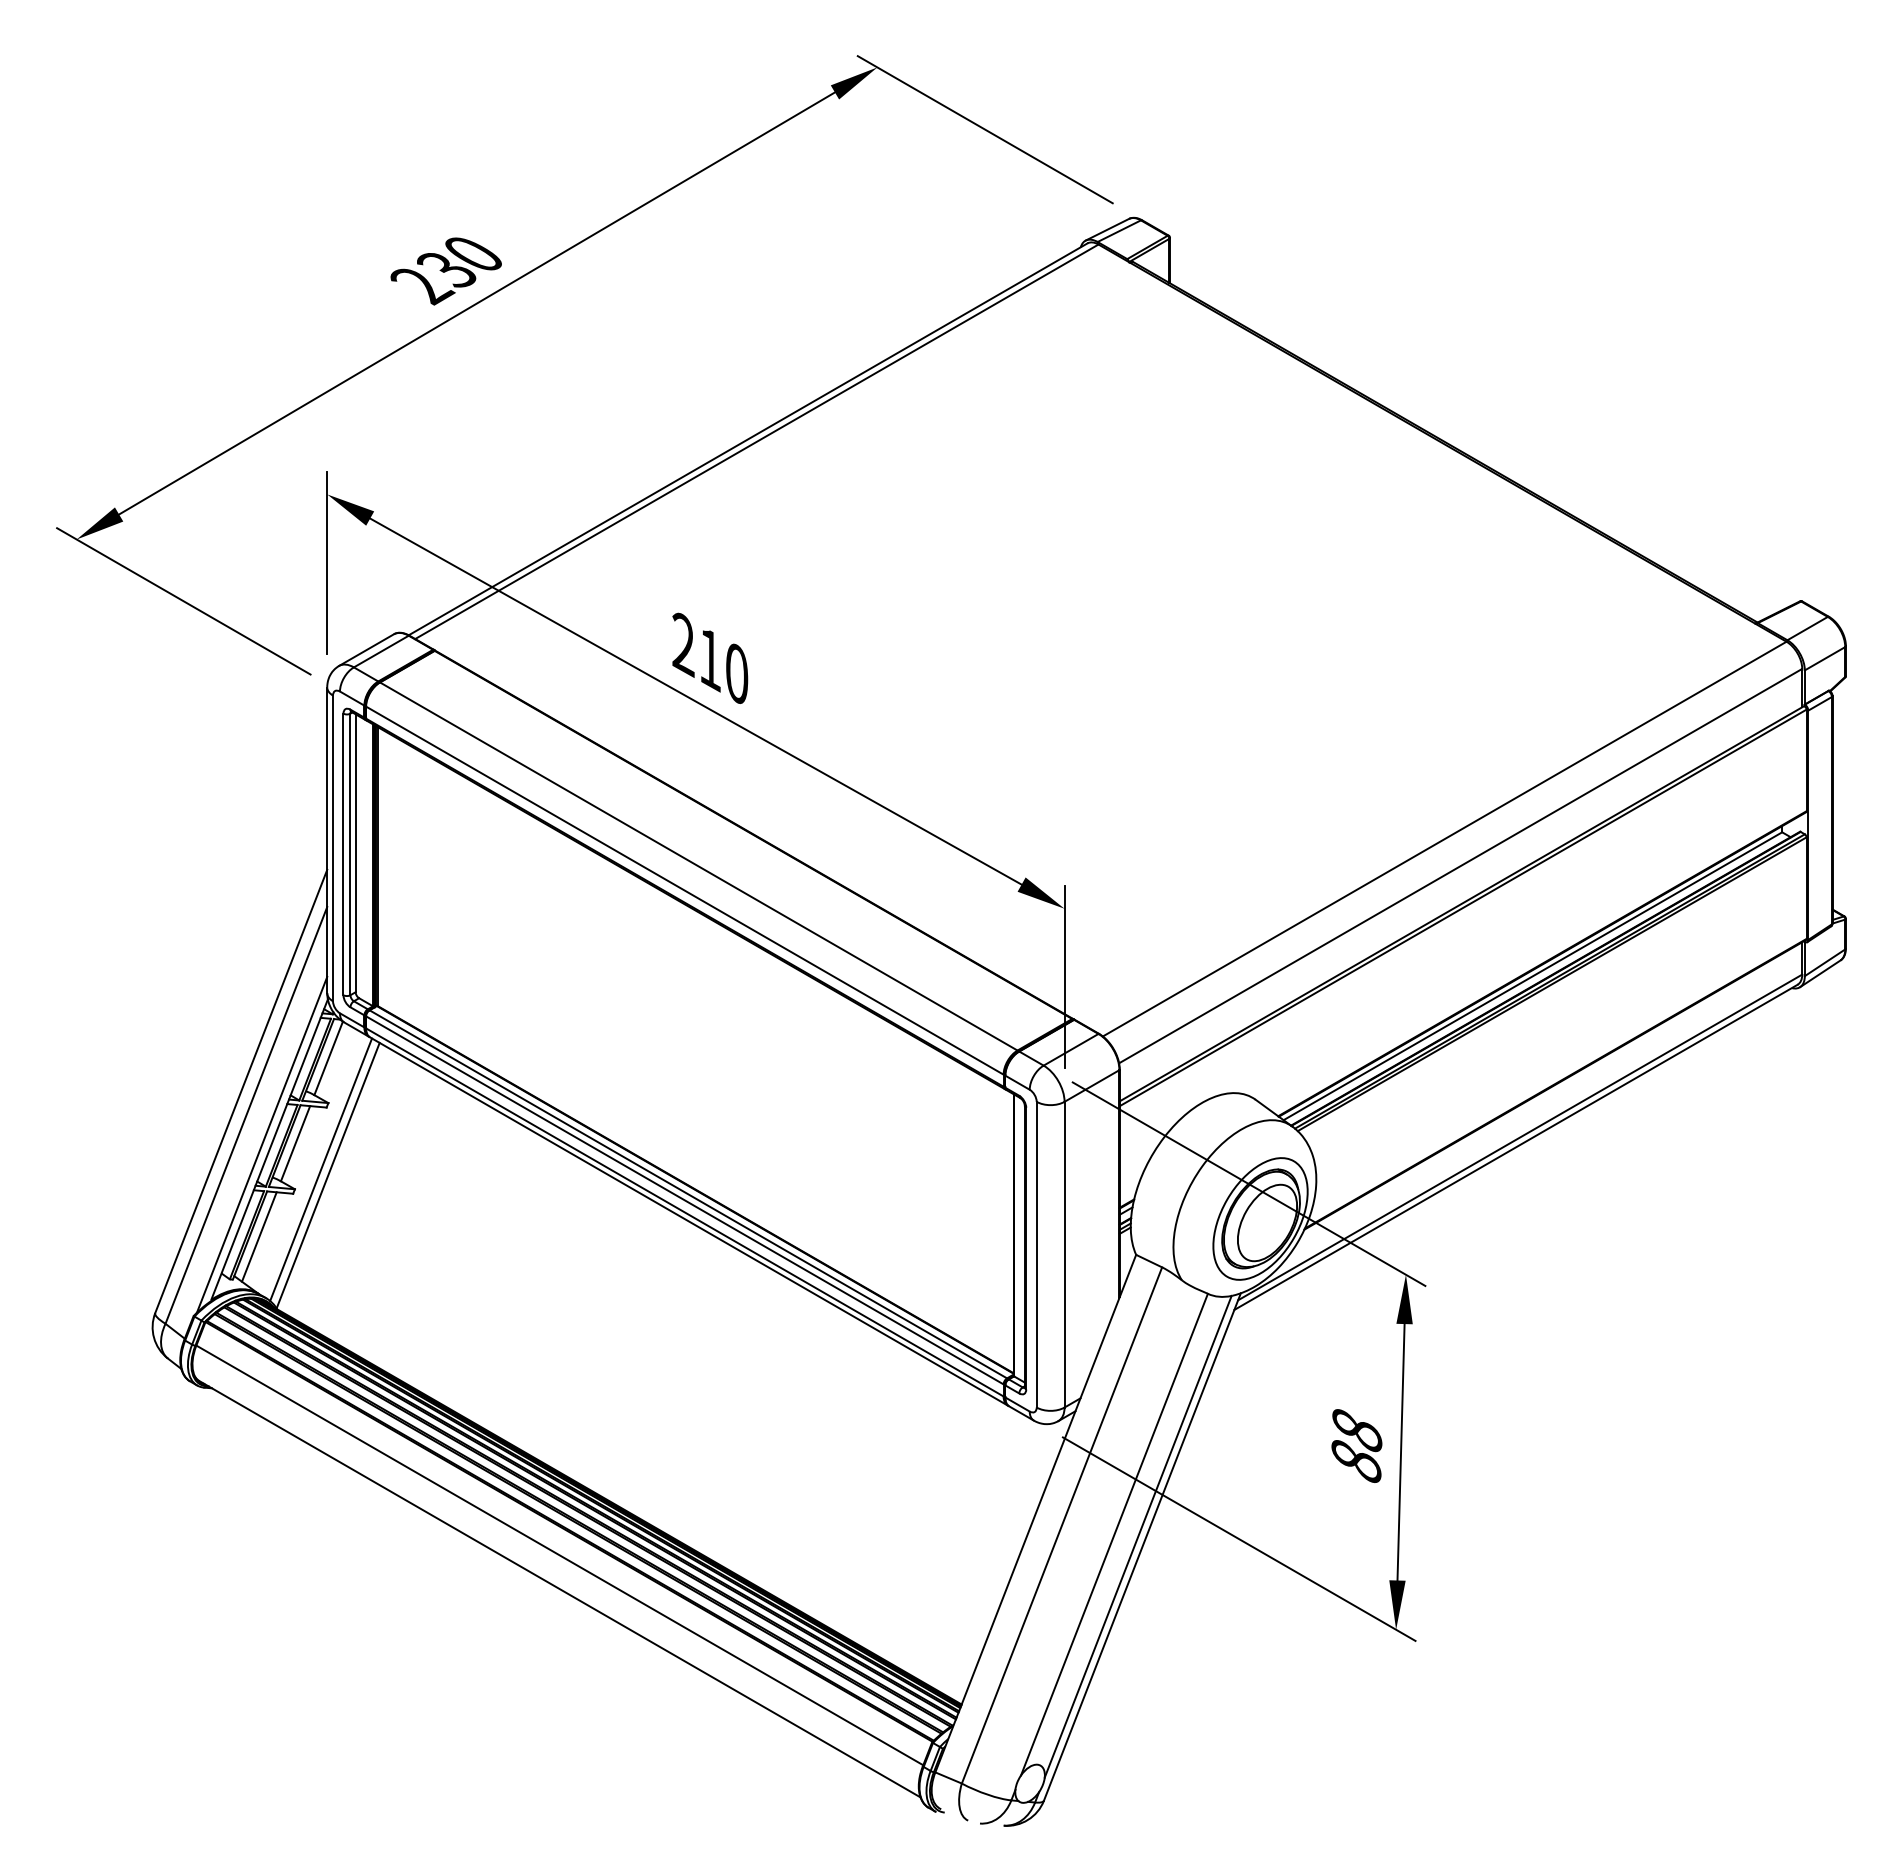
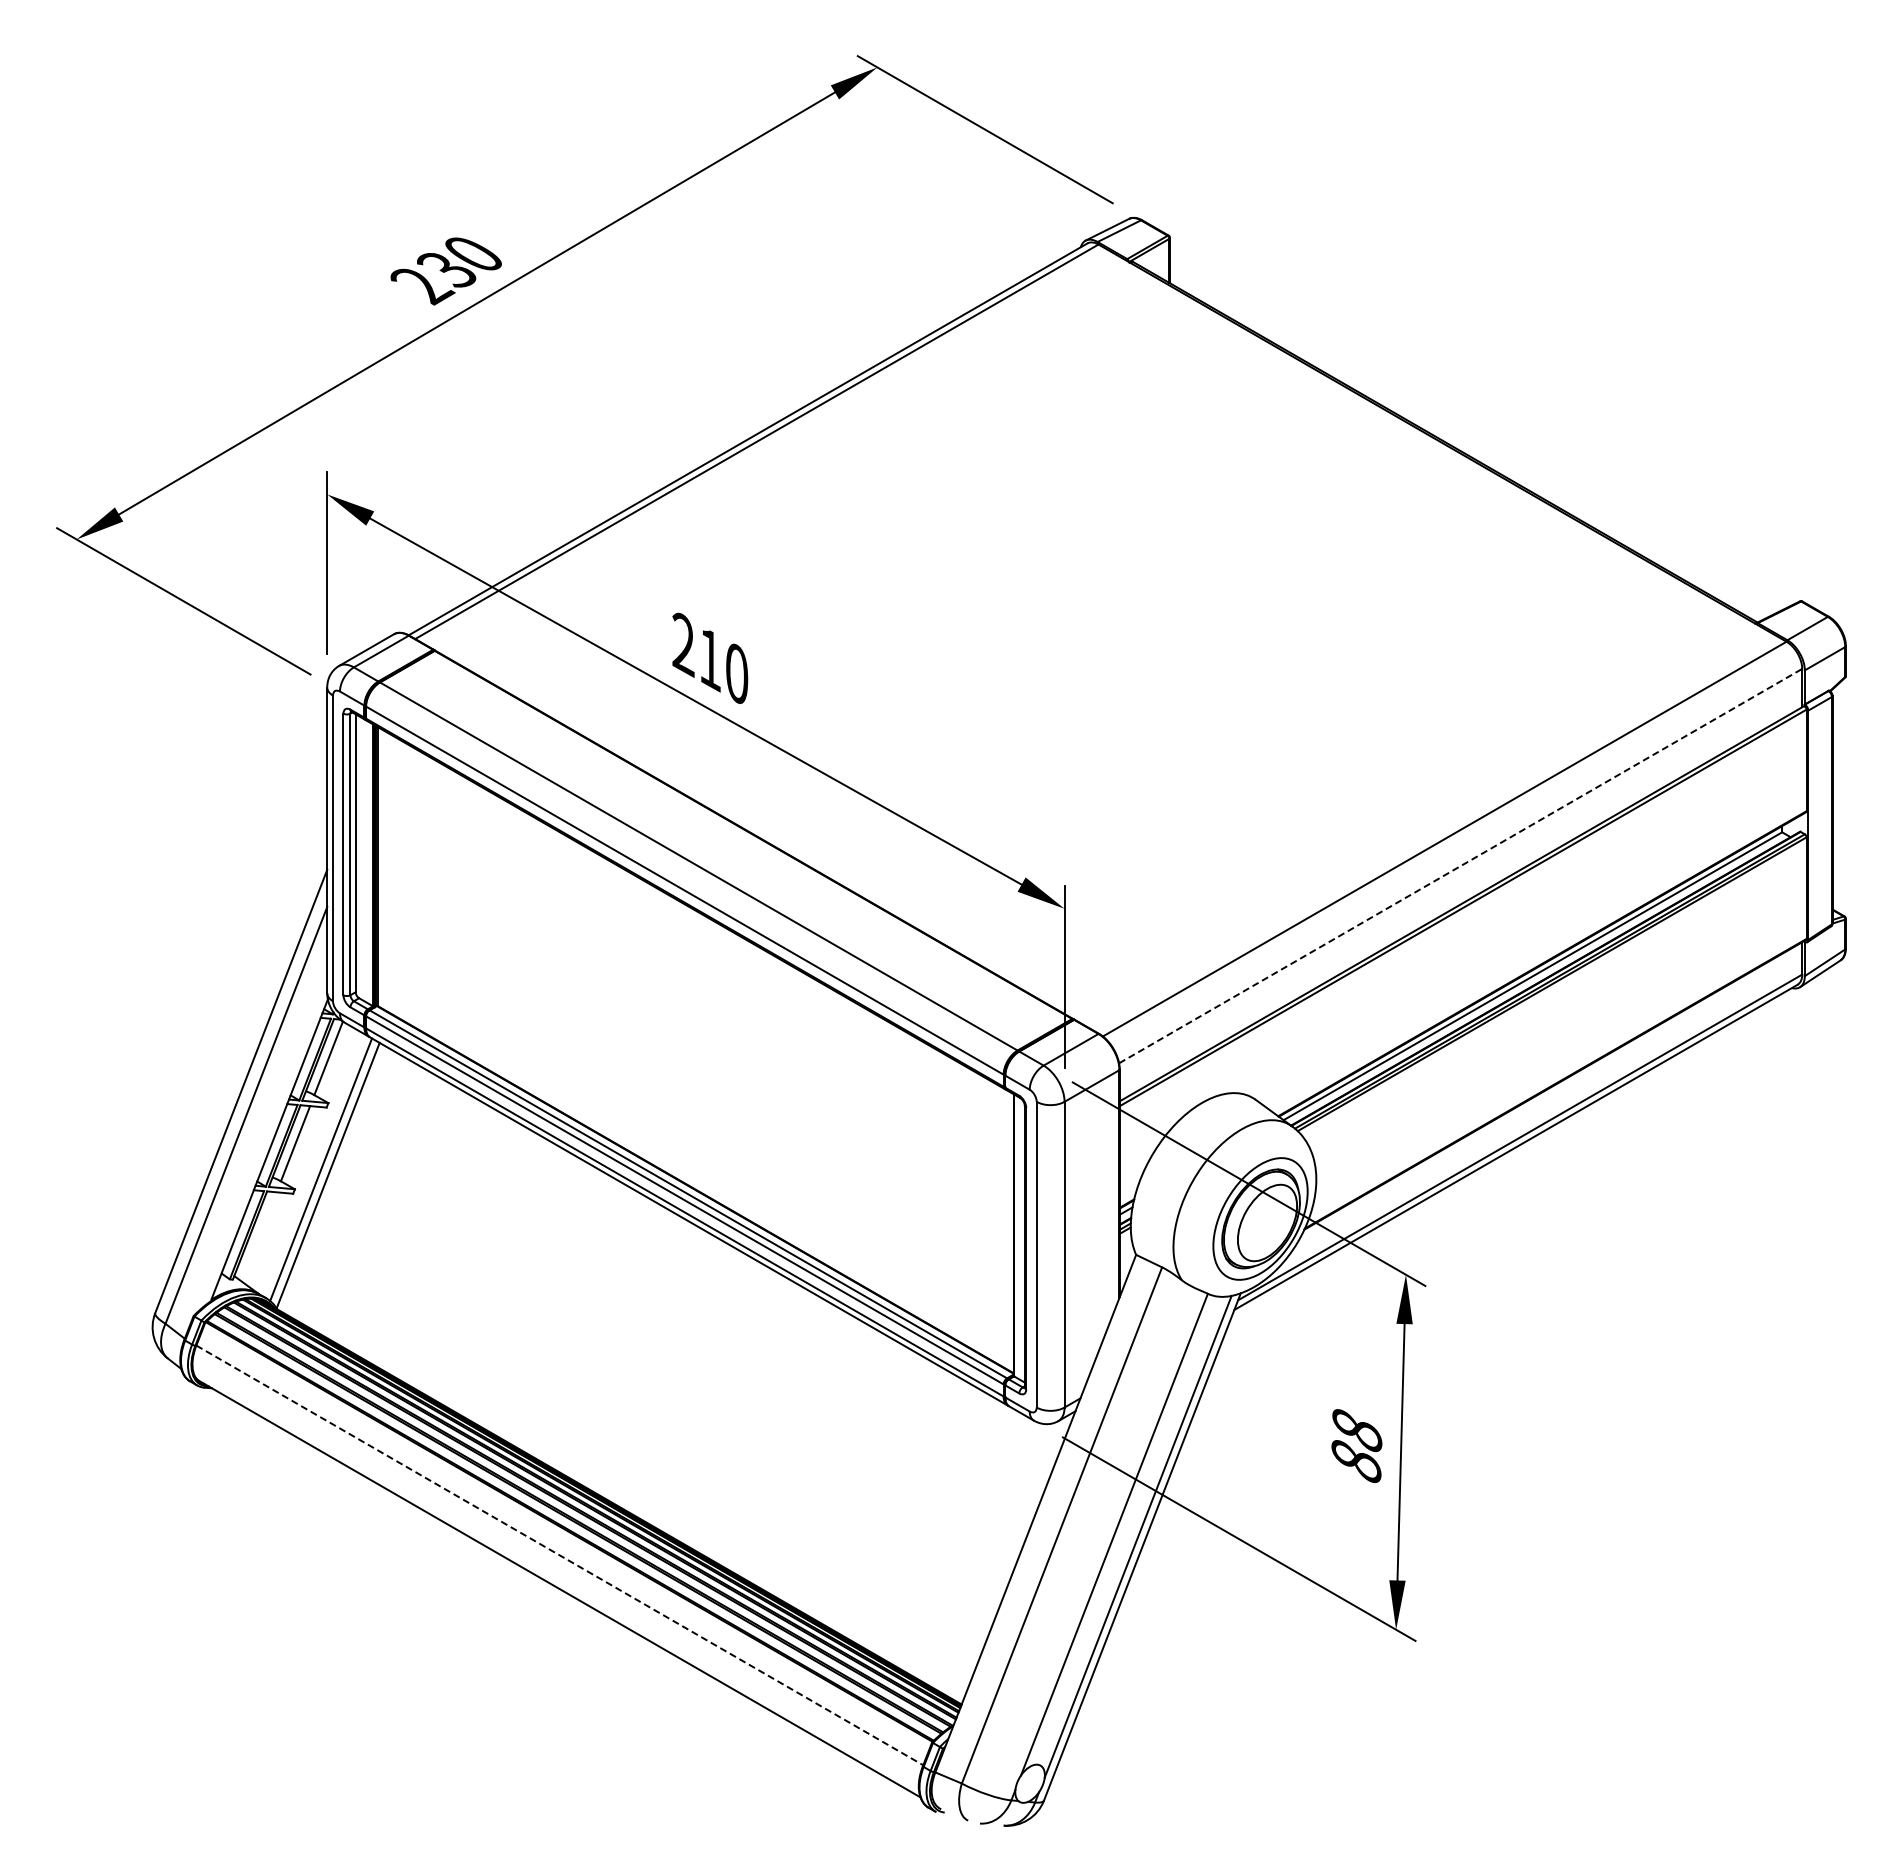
line at (1461, 865): solid -> dashed
line at (261, 1144): present -> none
line at (259, 1236): present -> none
line at (559, 1555): solid -> dashed
